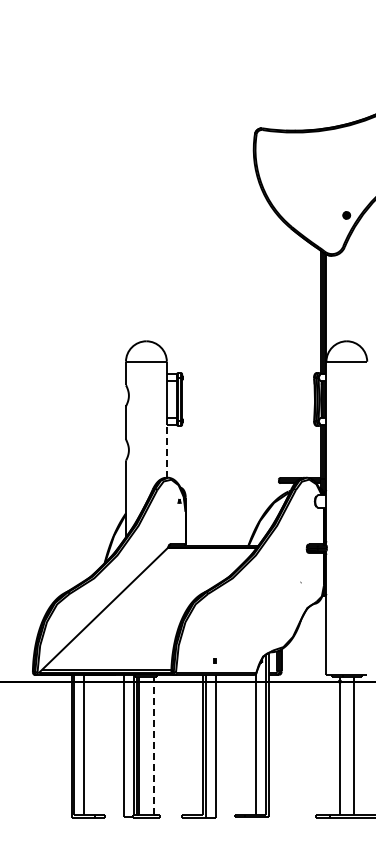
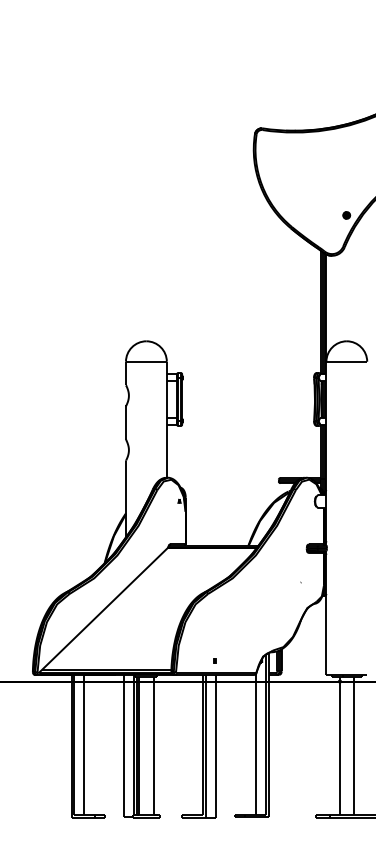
line at (166, 451): dashed -> solid
line at (153, 745): dashed -> solid
